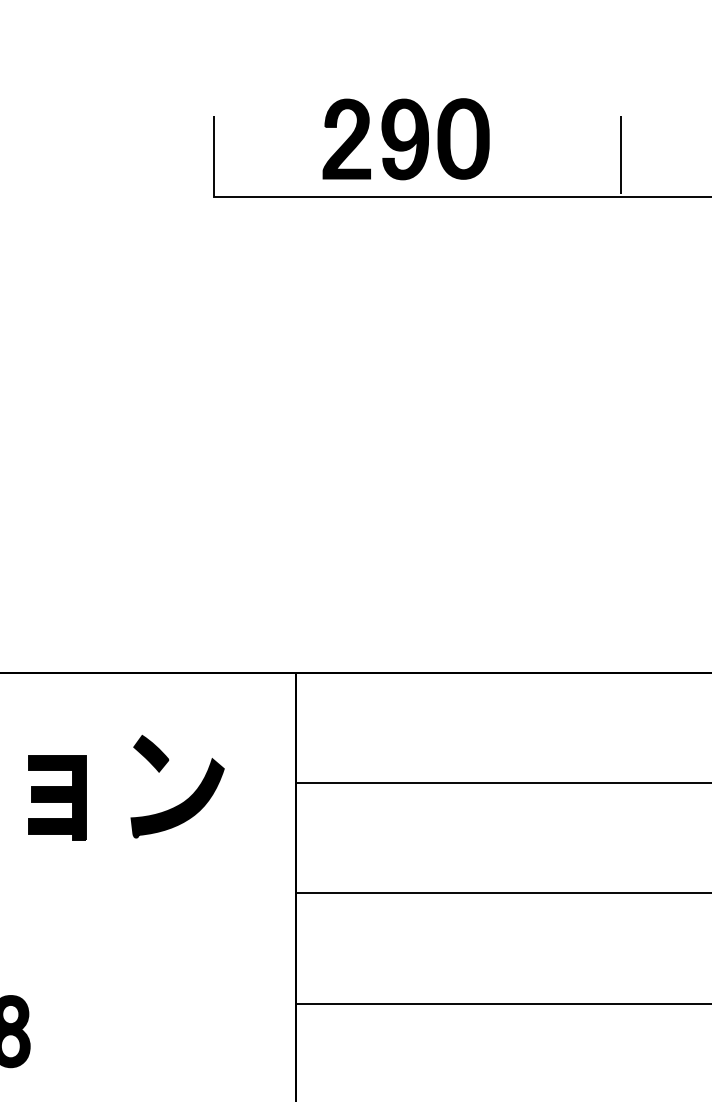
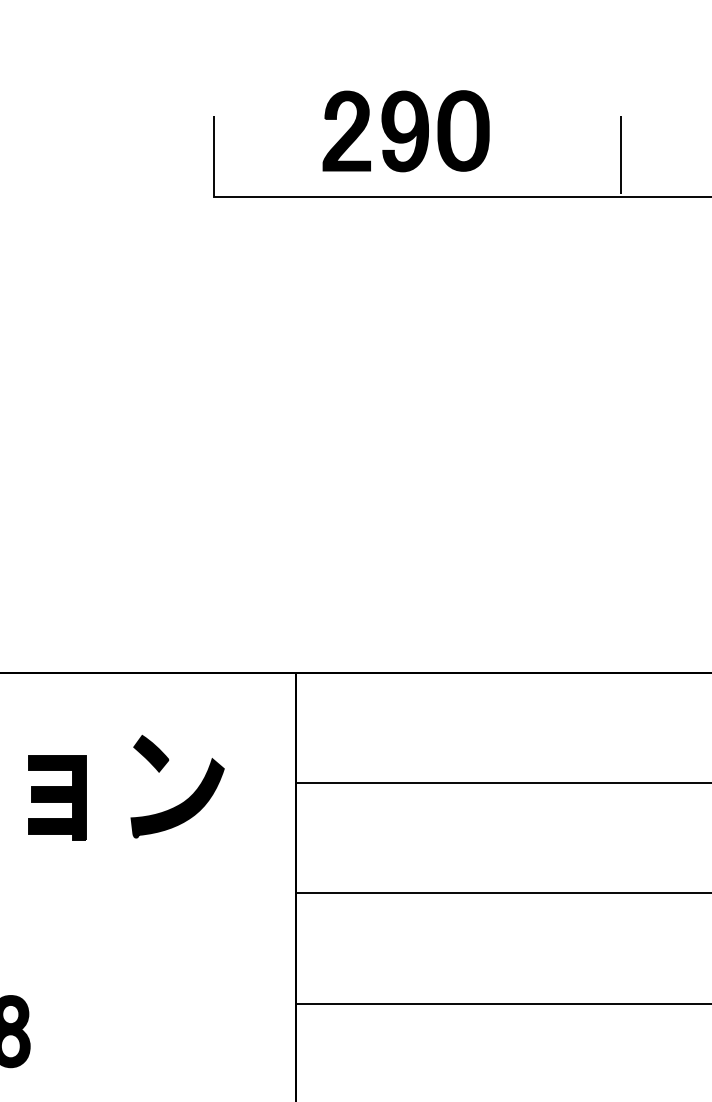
part at (405, 139) position: (405, 139) -> (405, 131)
